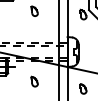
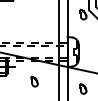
part at (34, 10): present -> none
